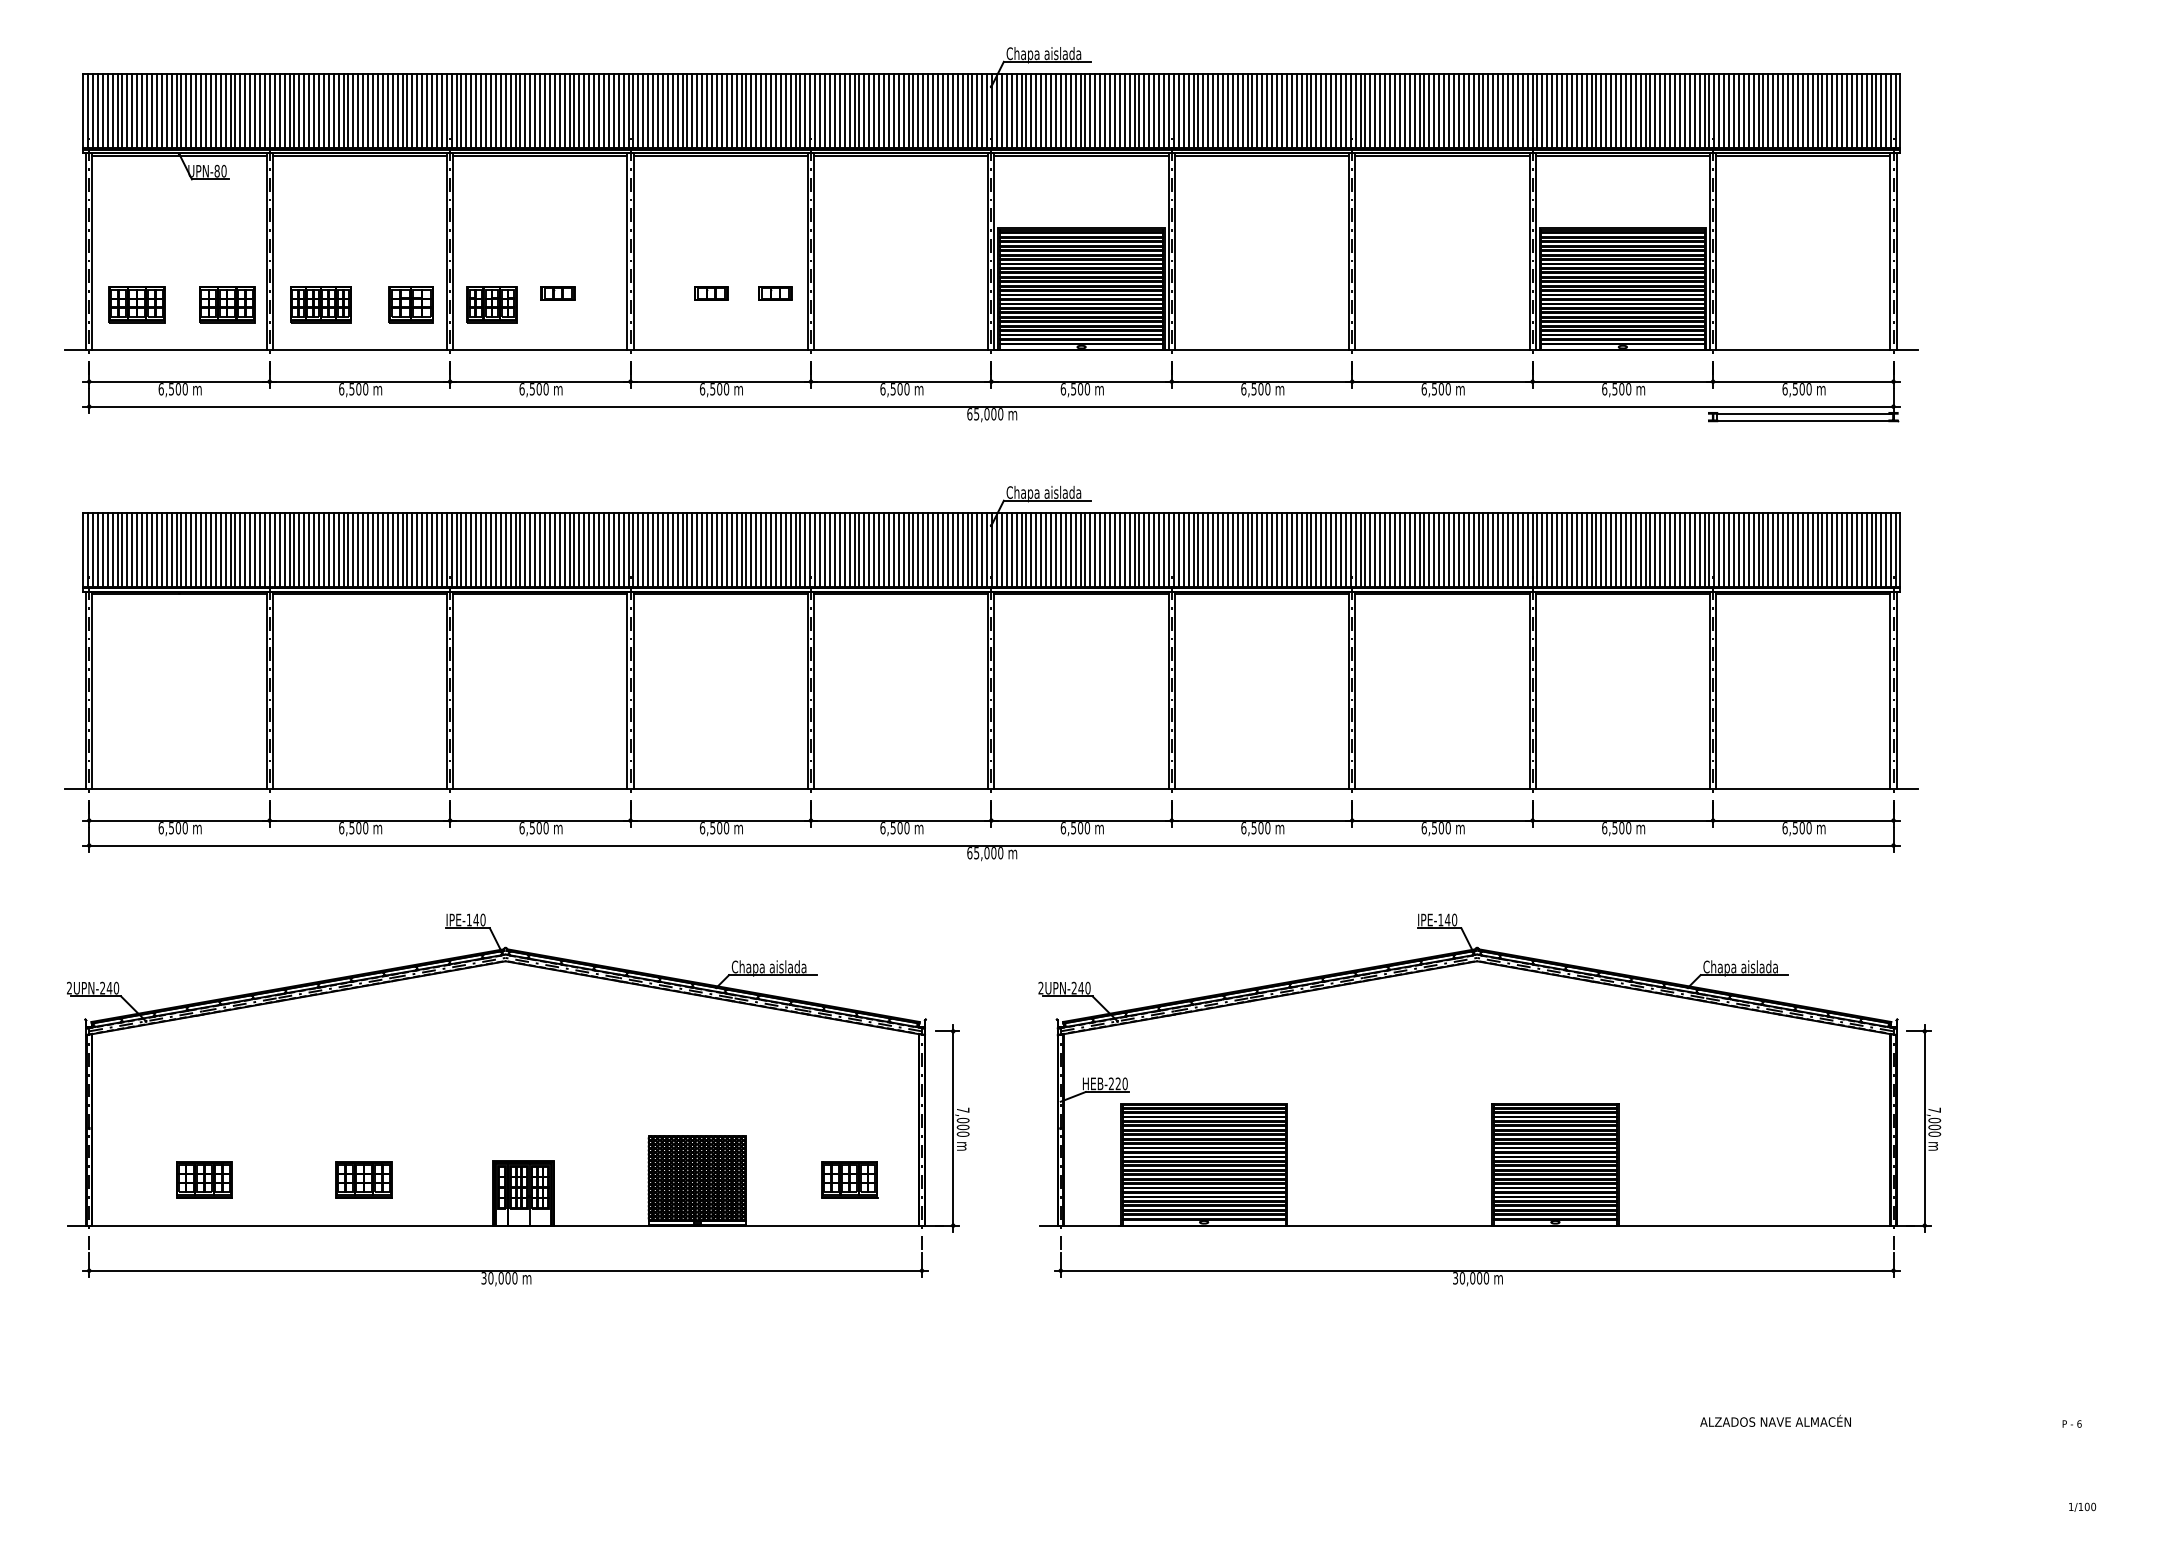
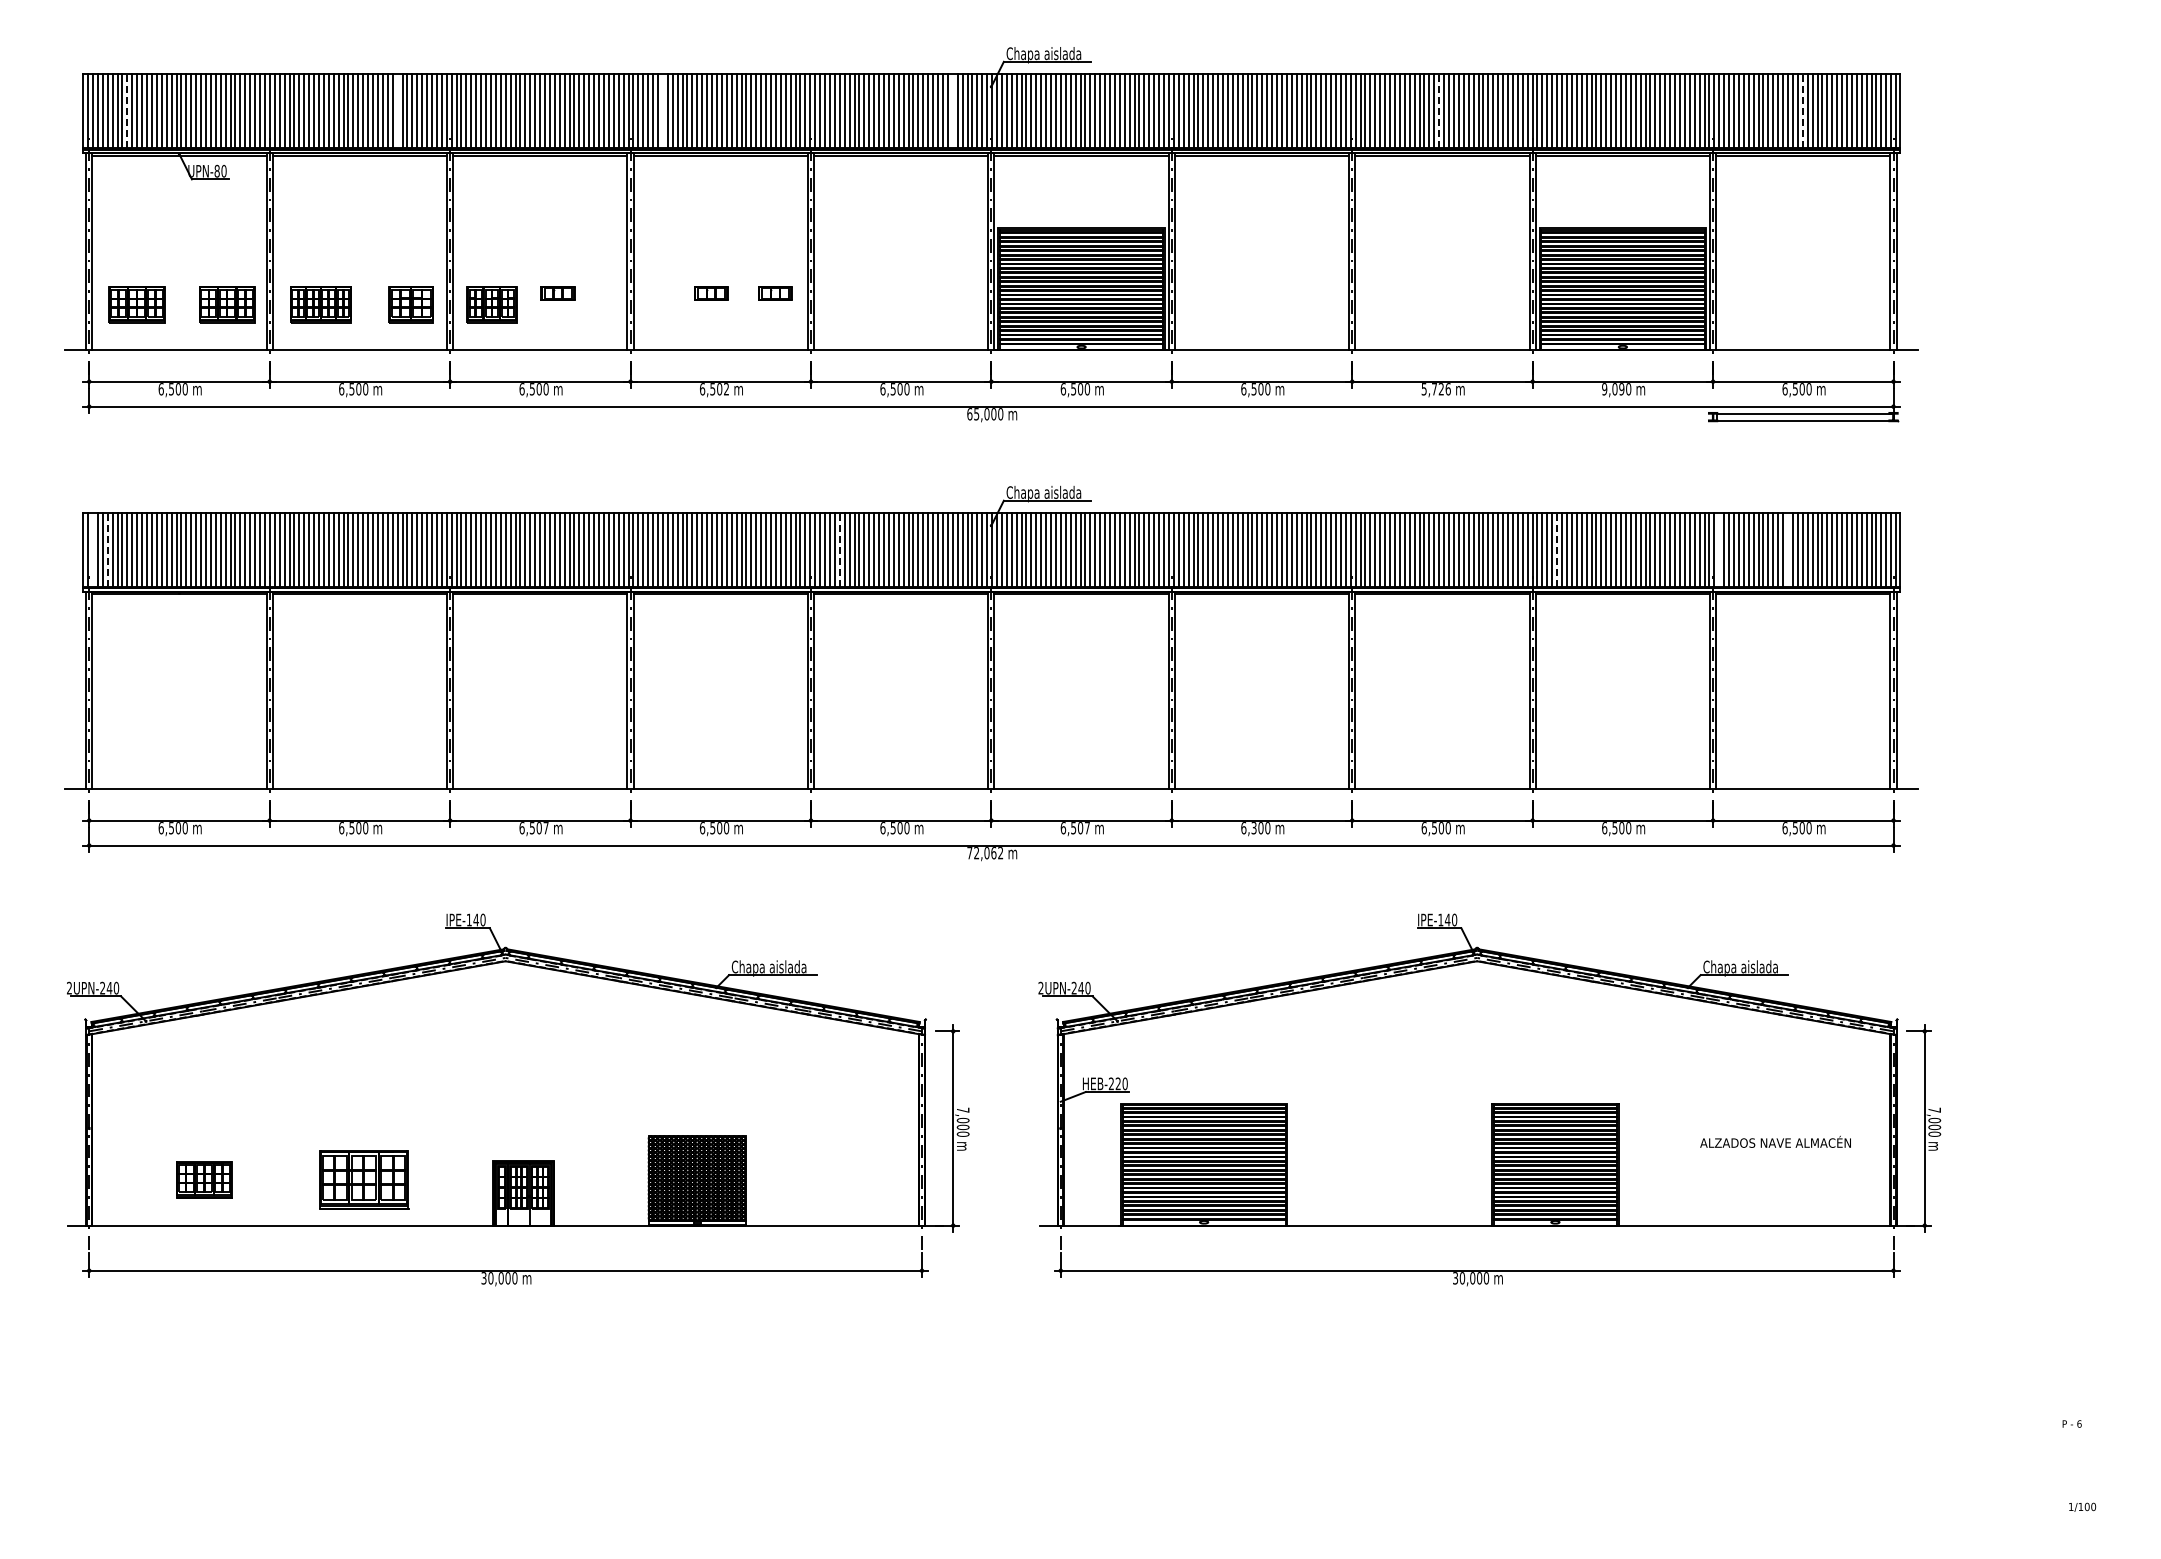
line at (127, 111): solid -> dashed
line at (397, 111): present -> none
line at (662, 111): present -> none
line at (952, 111): present -> none
line at (1439, 111): solid -> dashed
line at (1802, 111): solid -> dashed
text at (726, 389): 6,500 -> 6,502
text at (1435, 389): 6,500 -> 5,726
text at (1613, 389): 6,500 -> 9,090
line at (92, 549): present -> none
line at (1719, 549): present -> none
line at (1788, 549): present -> none
line at (107, 550): solid -> dashed
line at (839, 550): solid -> dashed
line at (1557, 550): solid -> dashed
text at (1253, 827): 6,500 -> 6,300
text at (545, 828): 6,500 -> 6,507
text at (1087, 828): 6,500 -> 6,507
text at (985, 853): 65,000 -> 72,062
part at (363, 1179) size: 58x38 px -> 91x60 px
part at (849, 1179): present -> none
text at (1775, 1420) position: (1775, 1420) -> (1775, 1141)
